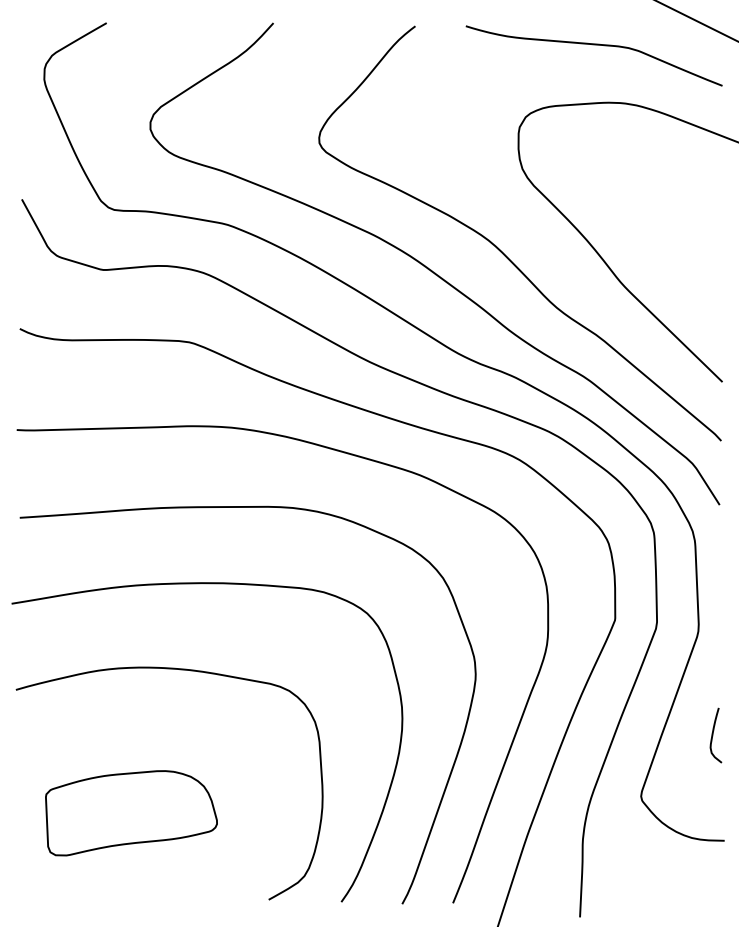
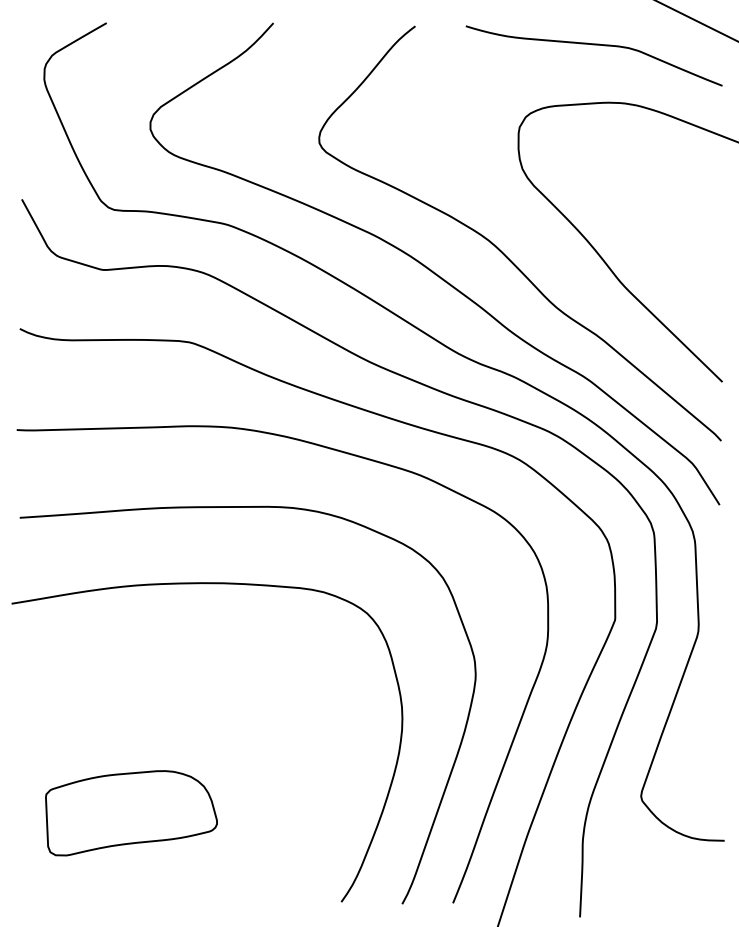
curve at (180, 670): present -> none
curve at (713, 735): present -> none
